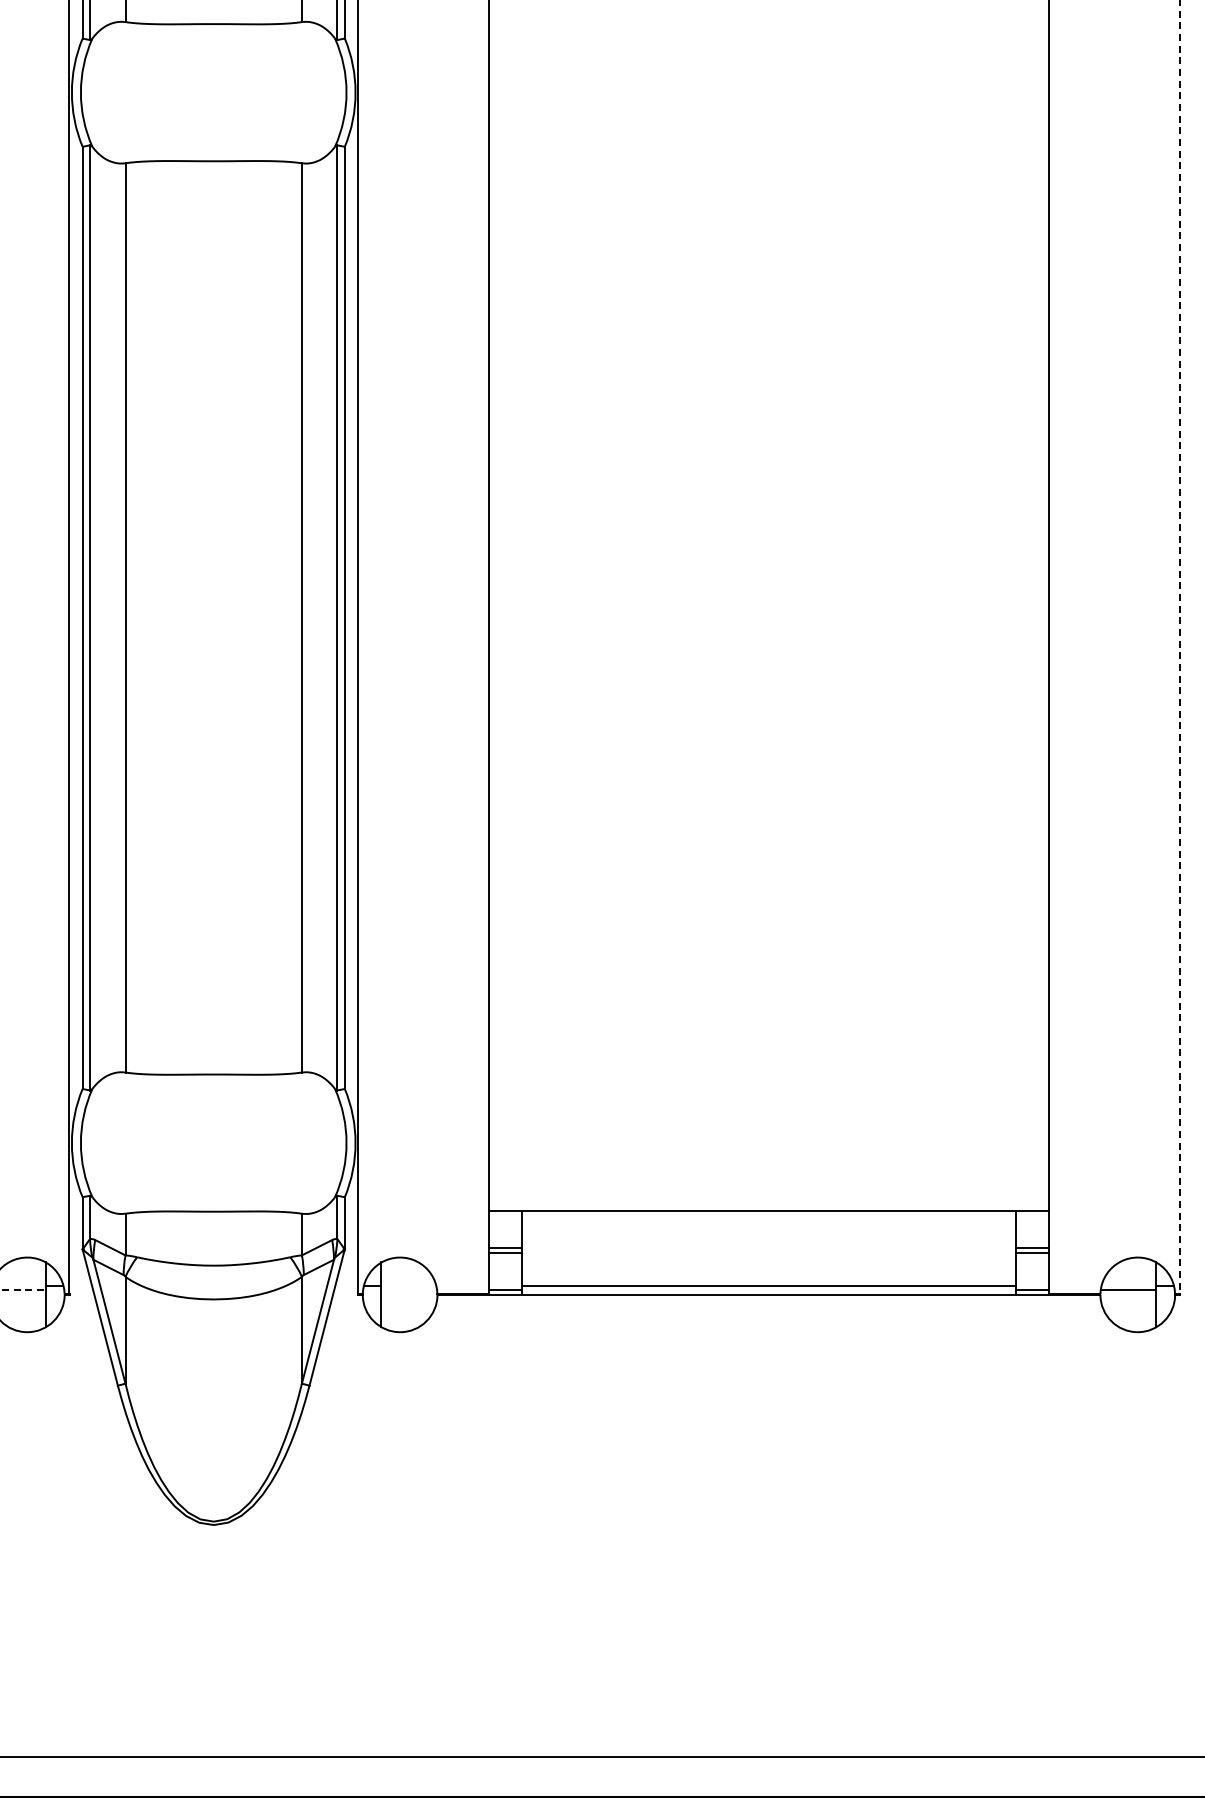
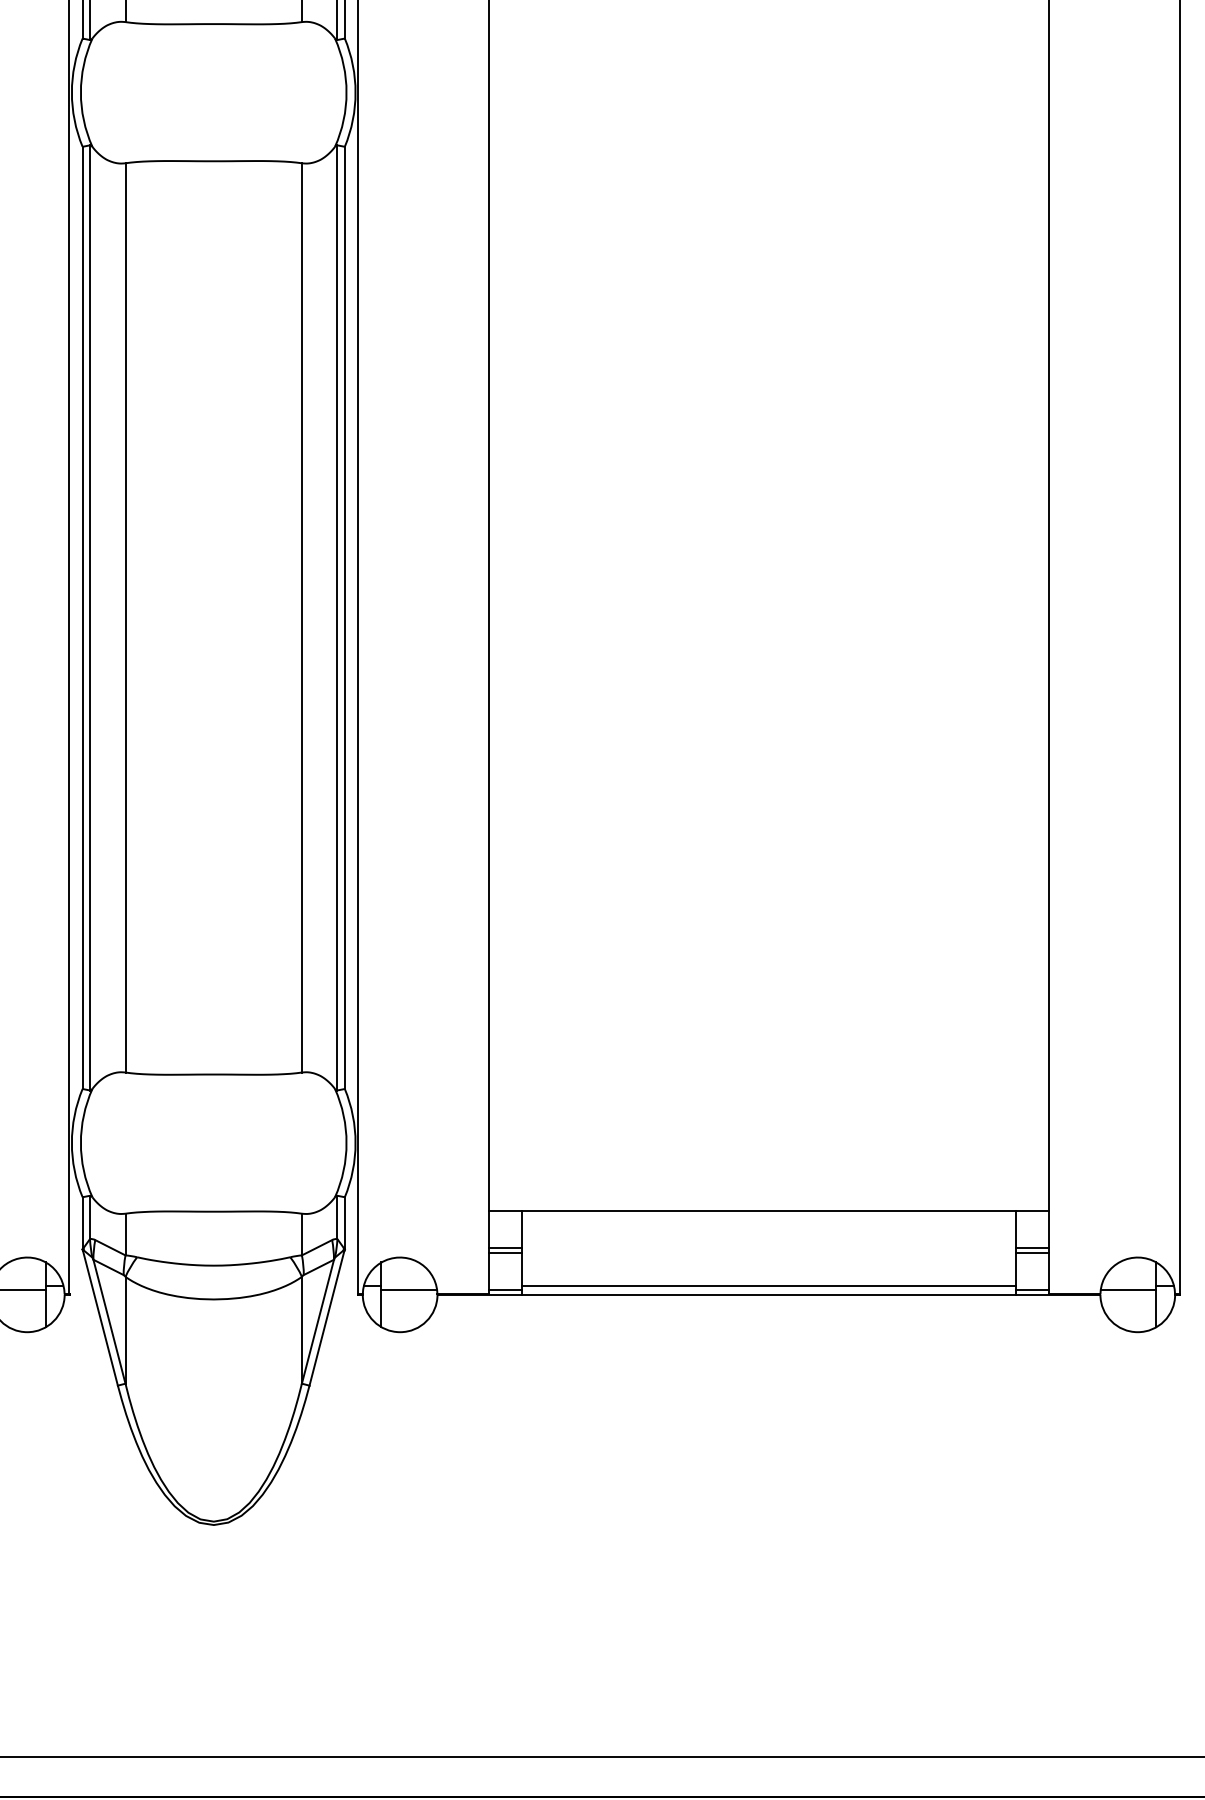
line at (1179, 647): dashed -> solid
line at (23, 1290): dashed -> solid
line at (409, 1290): none -> present
